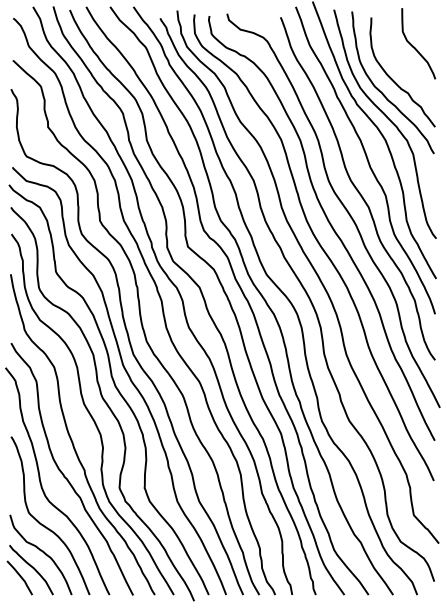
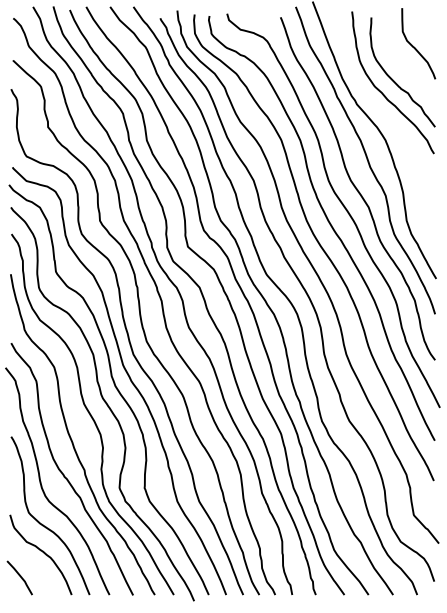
curve at (388, 119): present -> none
curve at (32, 568): present -> none
